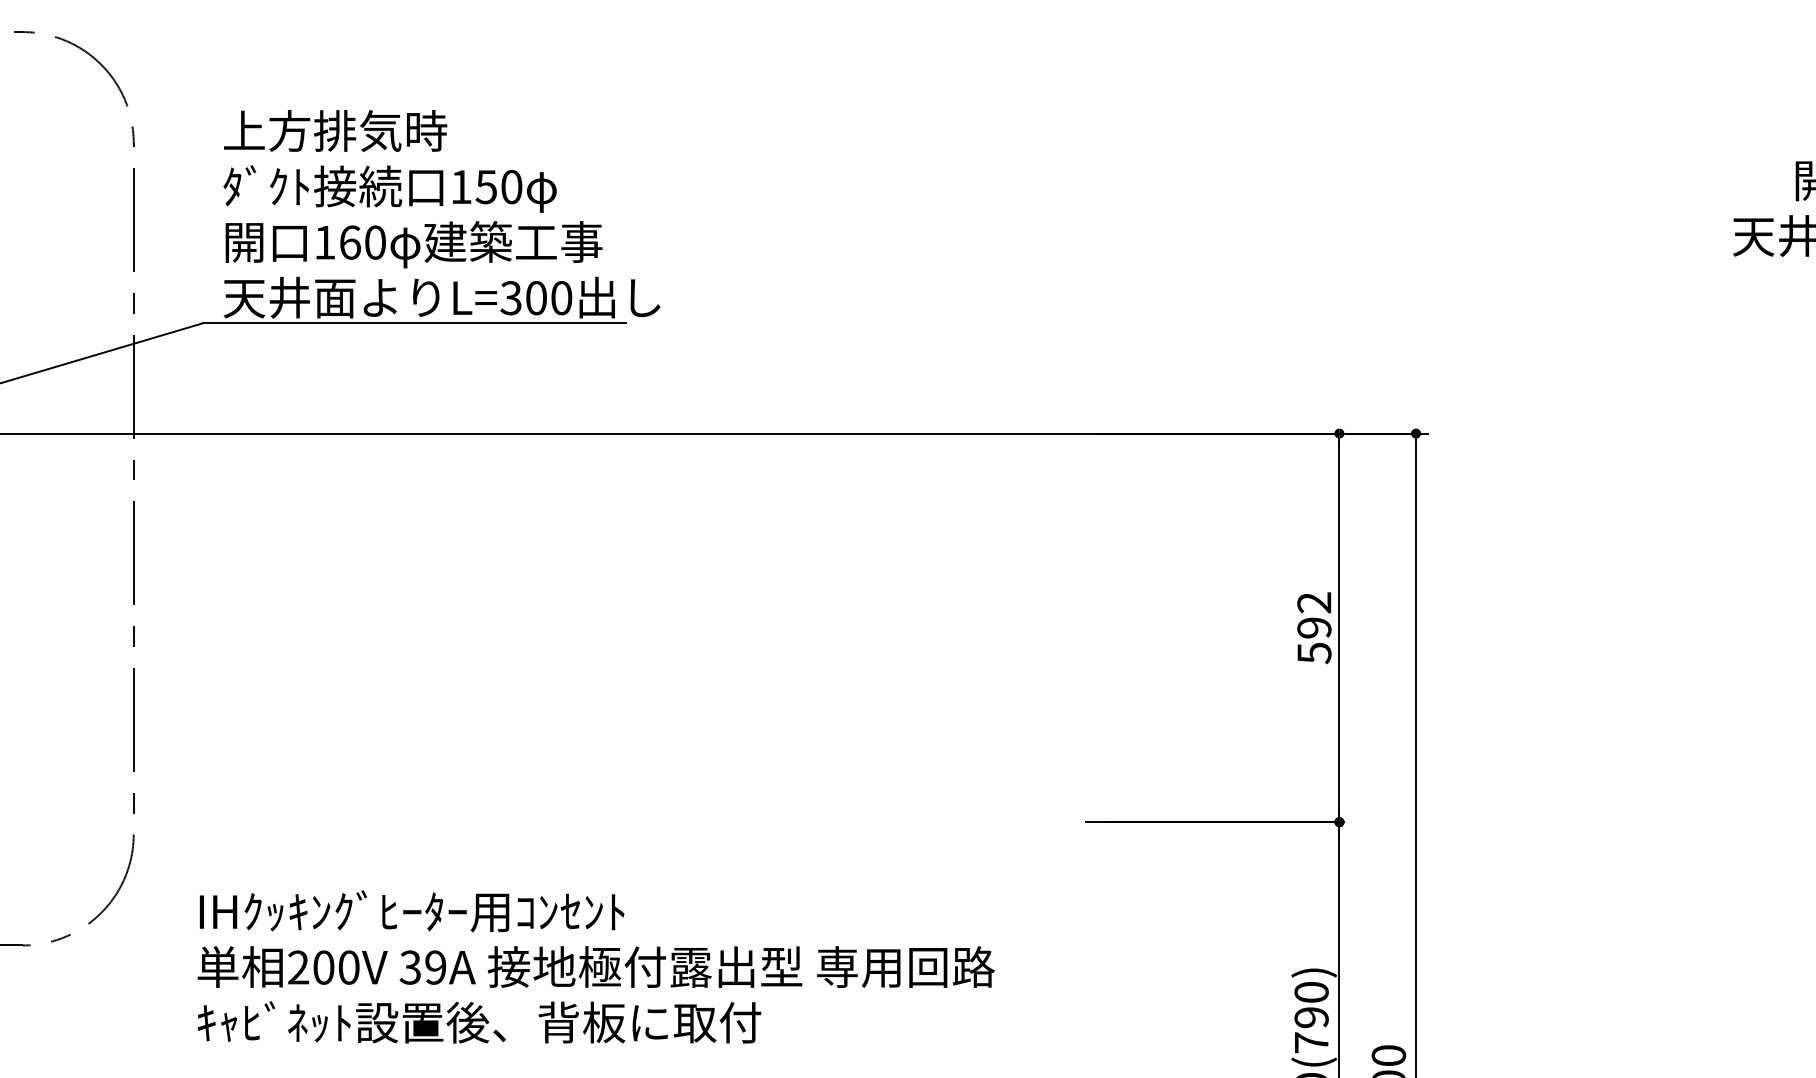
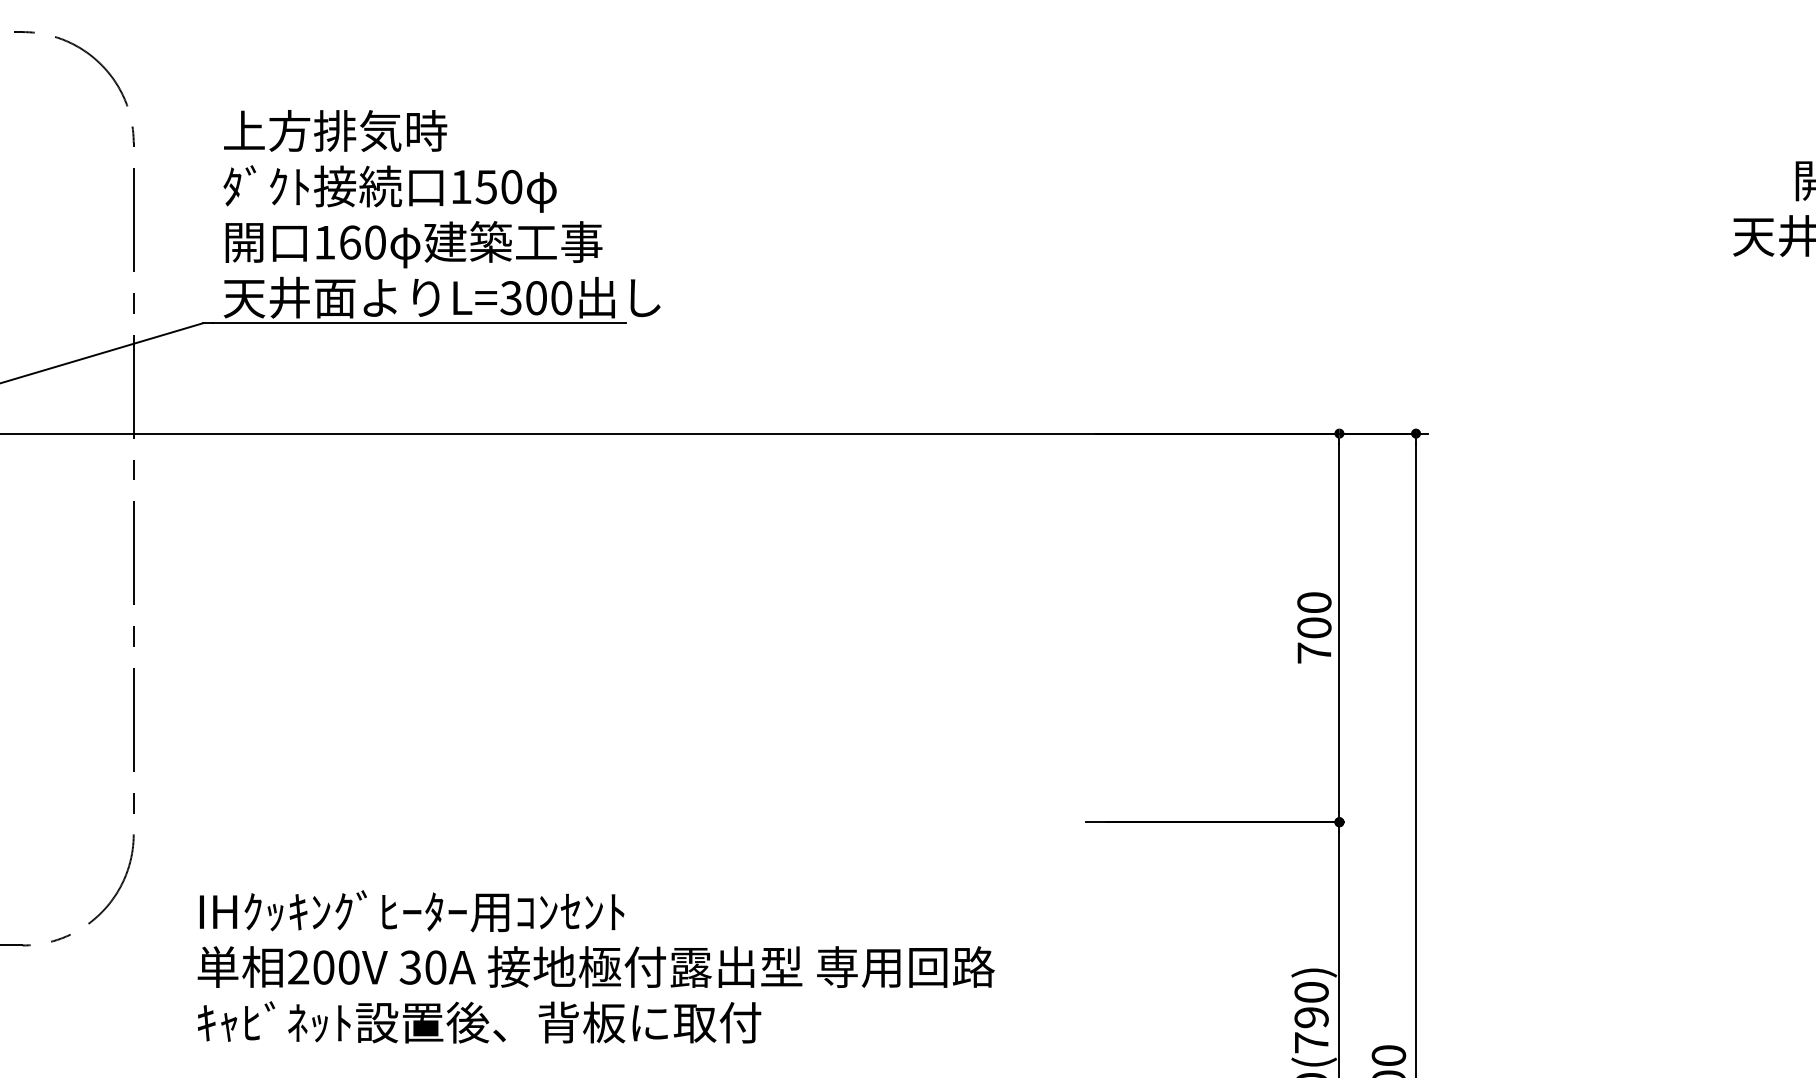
text at (1314, 628): 592 -> 700
text at (435, 967): 39A -> 30A
